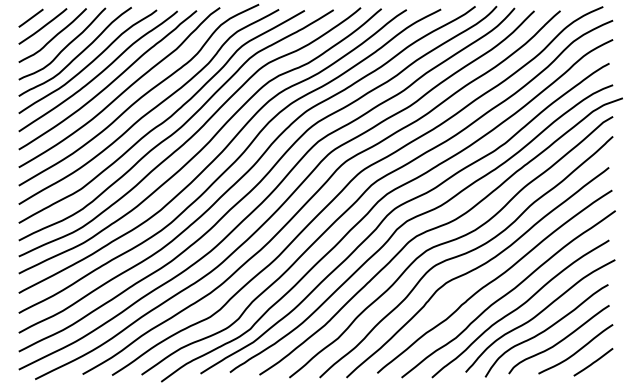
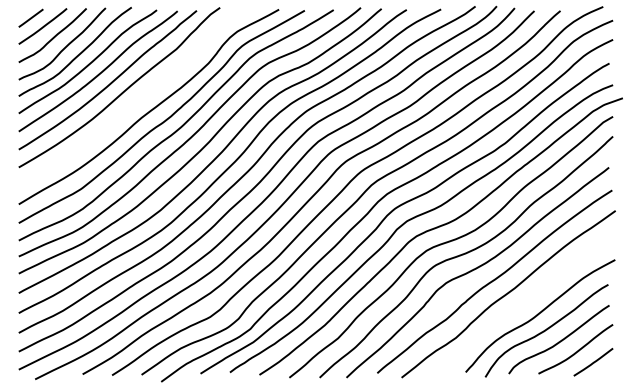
curve at (140, 96): present -> none
curve at (520, 307): present -> none
